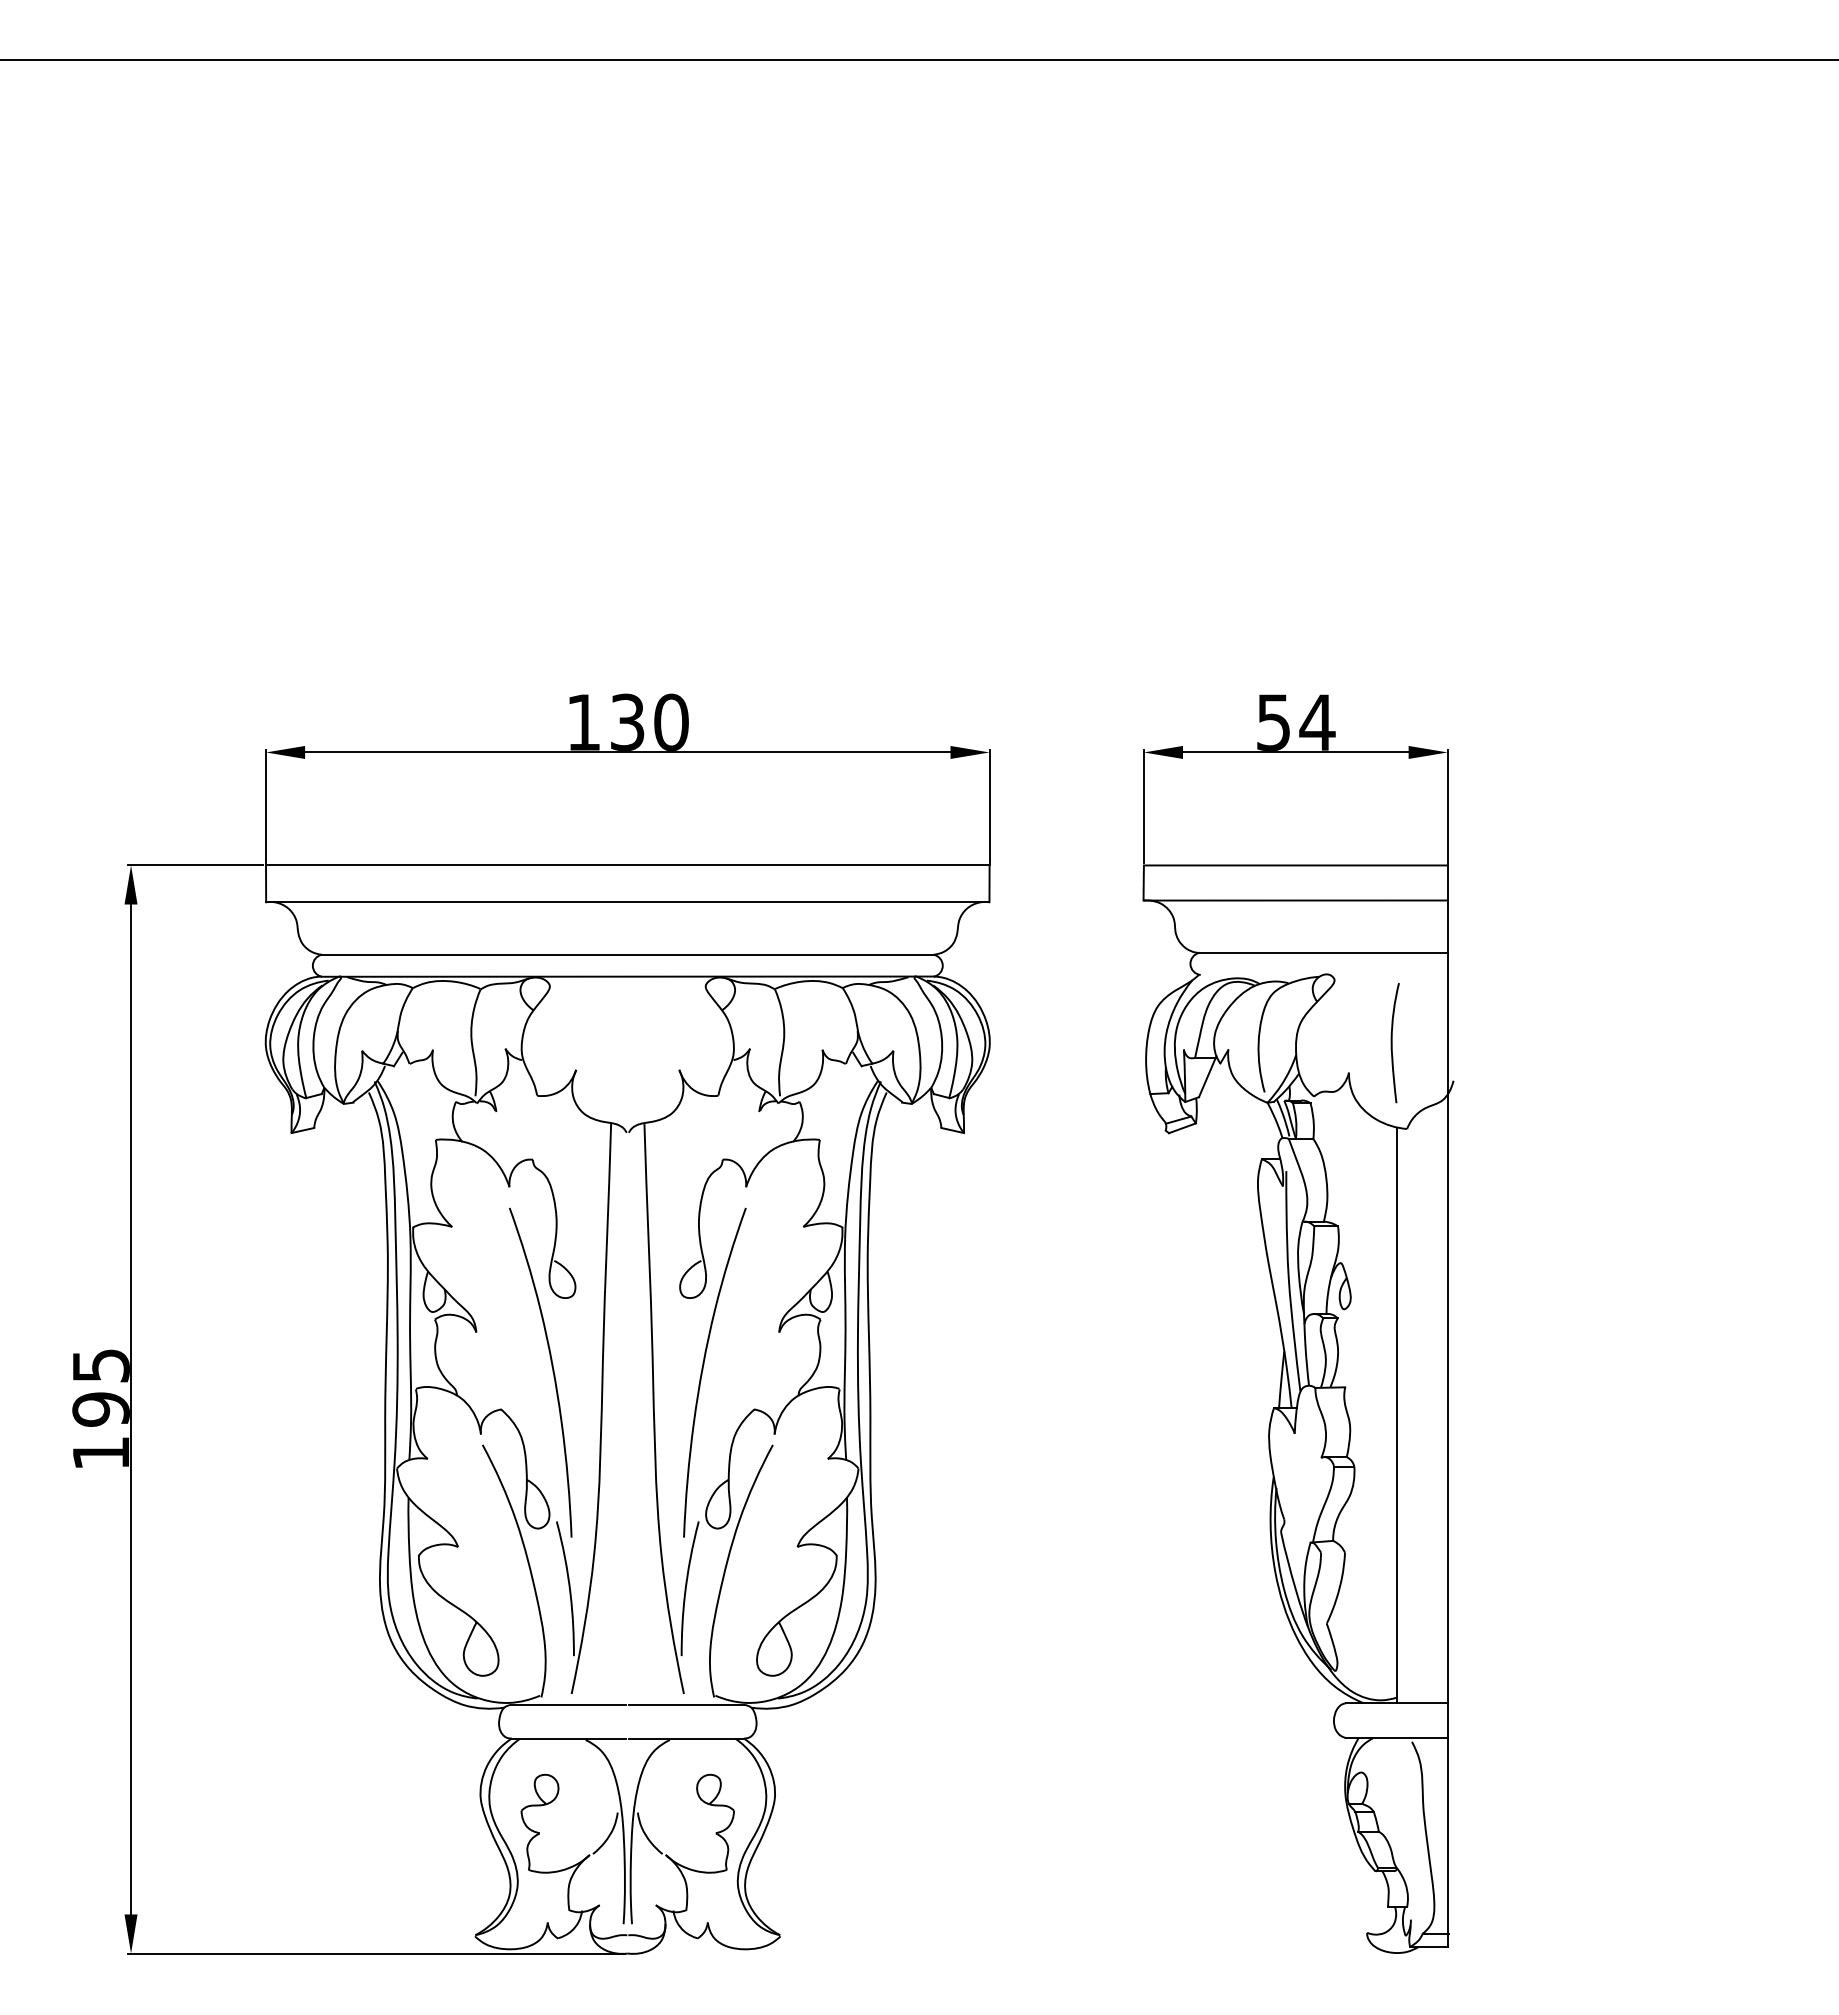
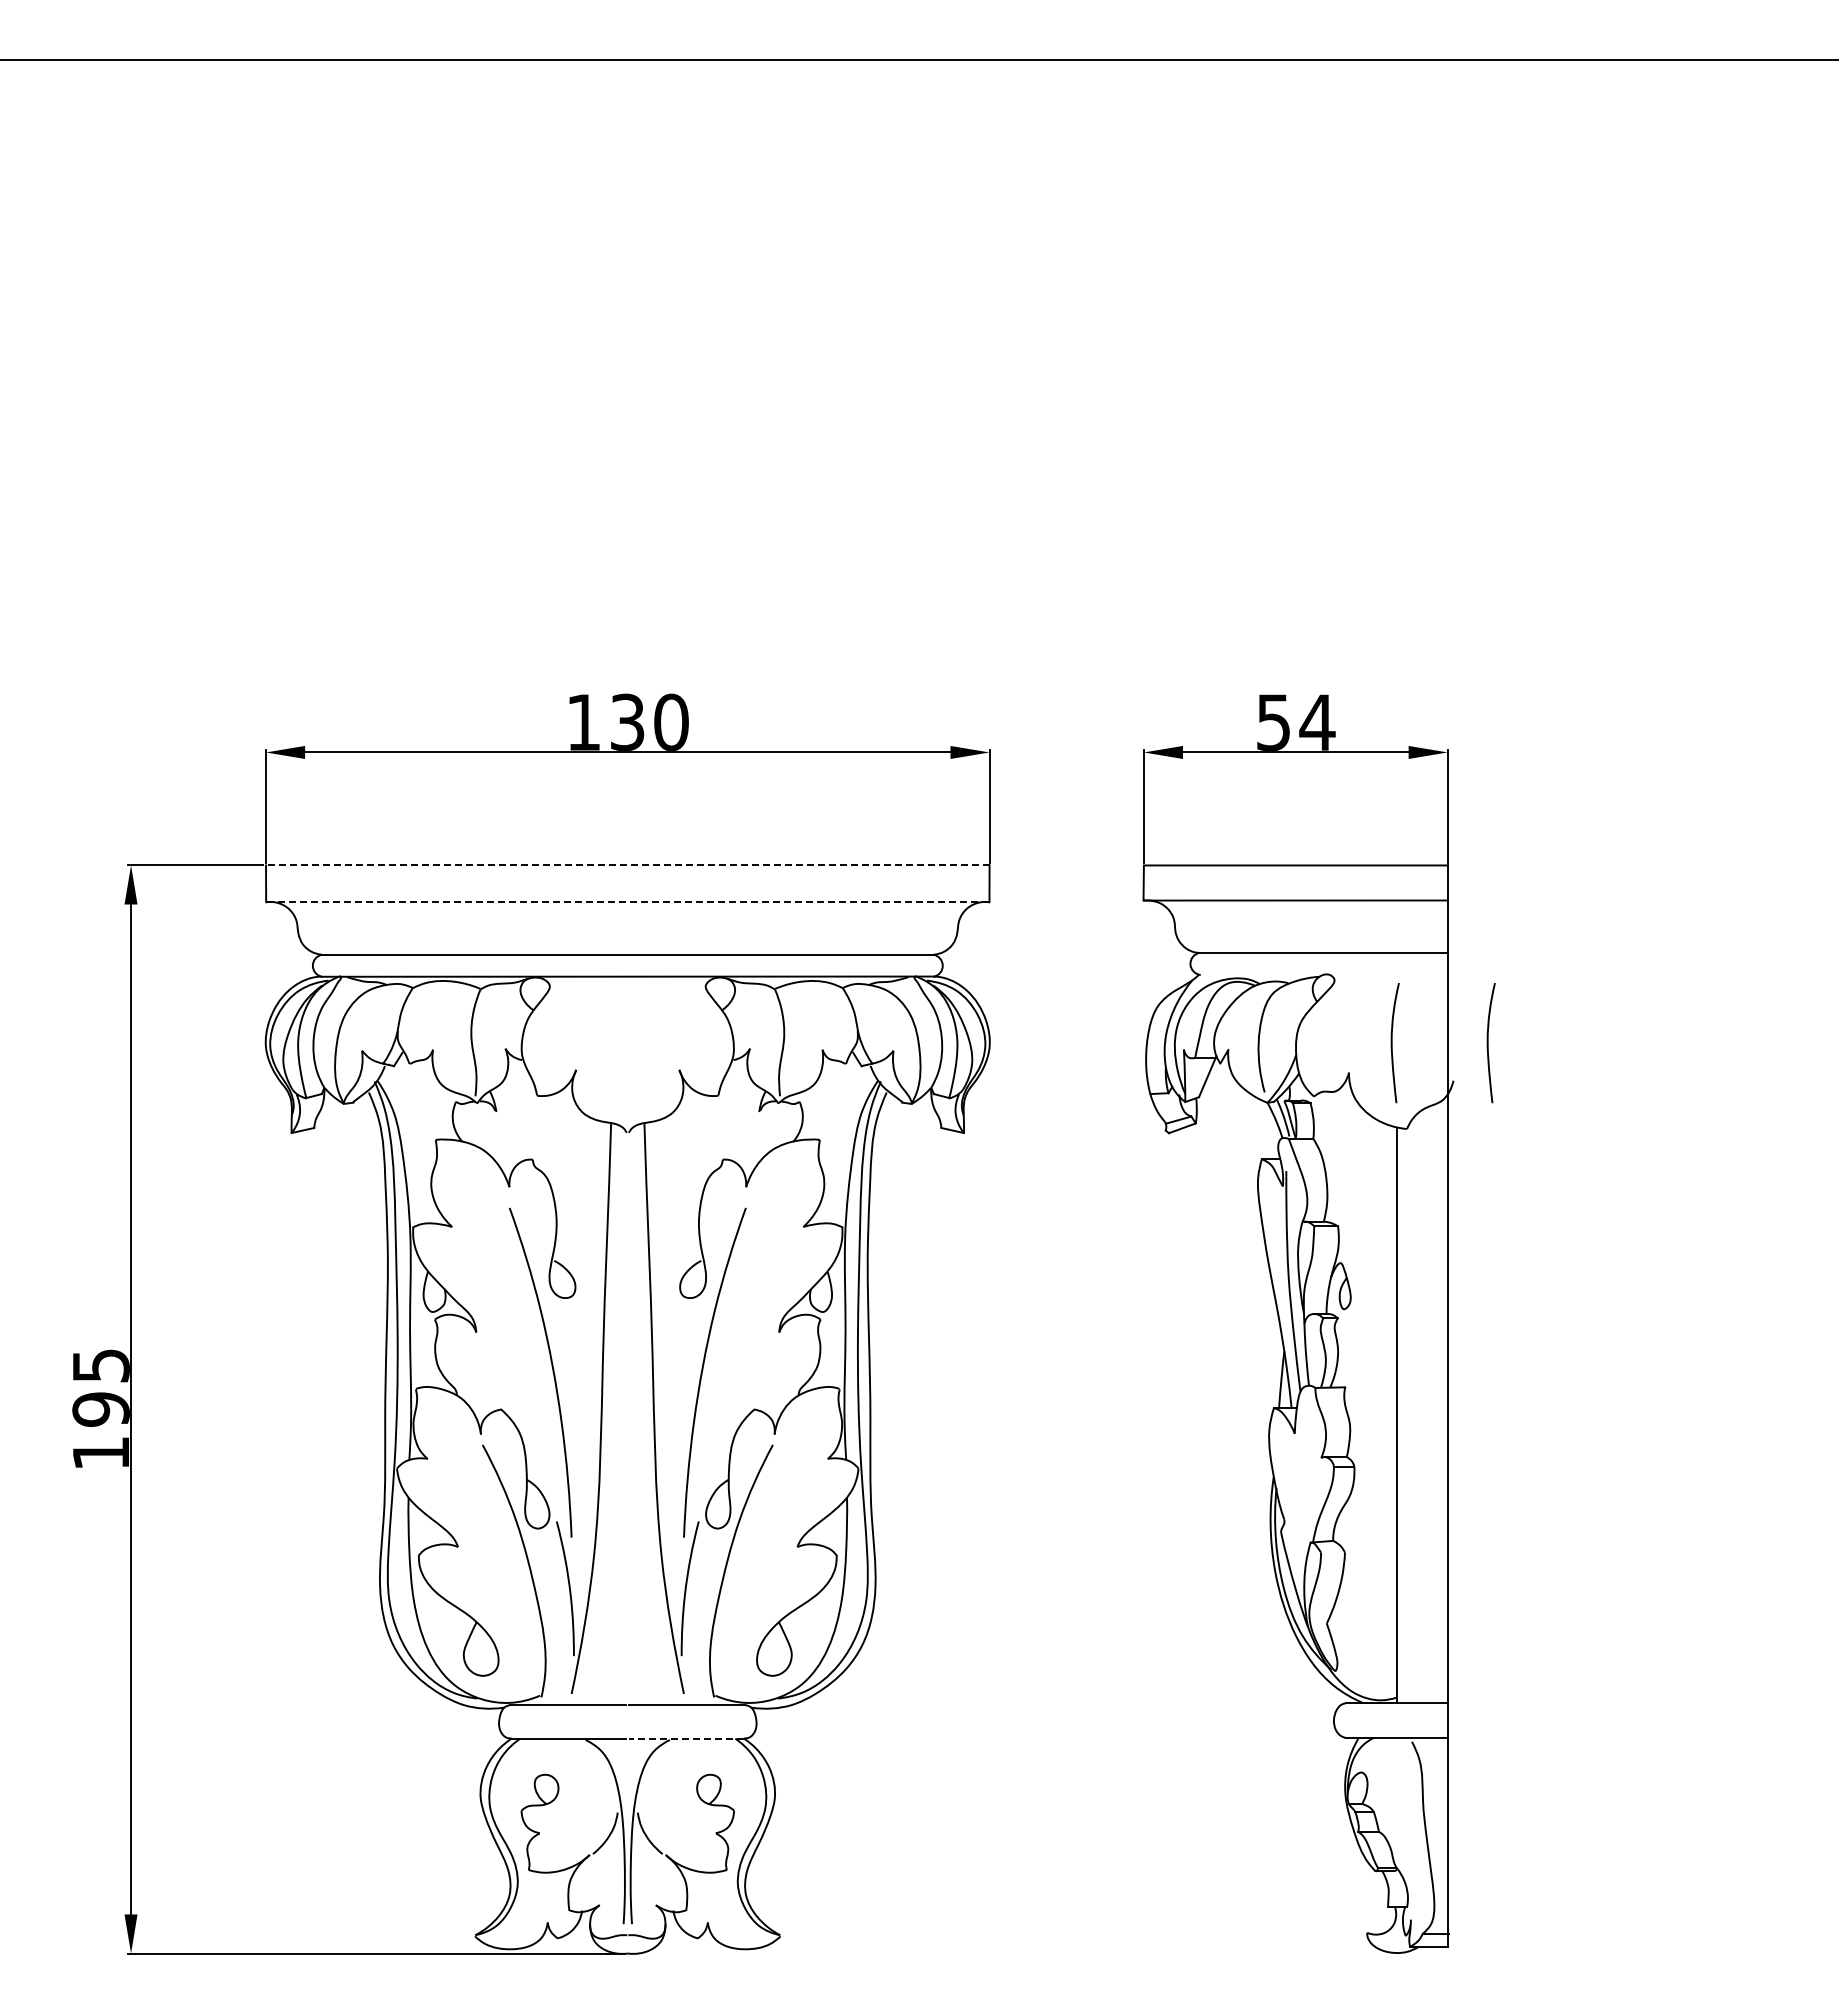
line at (627, 865): solid -> dashed
line at (627, 902): solid -> dashed
curve at (1488, 1043): none -> present
line at (686, 1738): solid -> dashed
